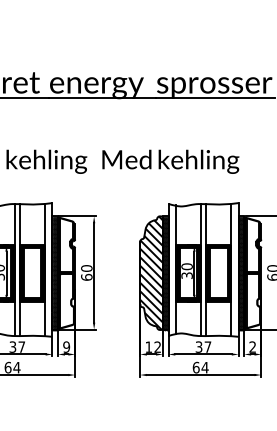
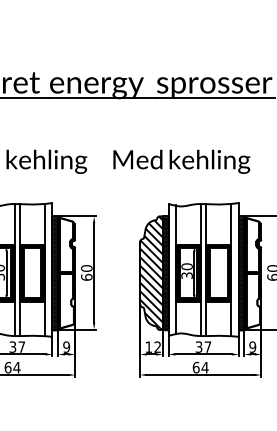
text at (170, 161) position: (170, 161) -> (181, 161)
text at (252, 346): 2 -> 9
